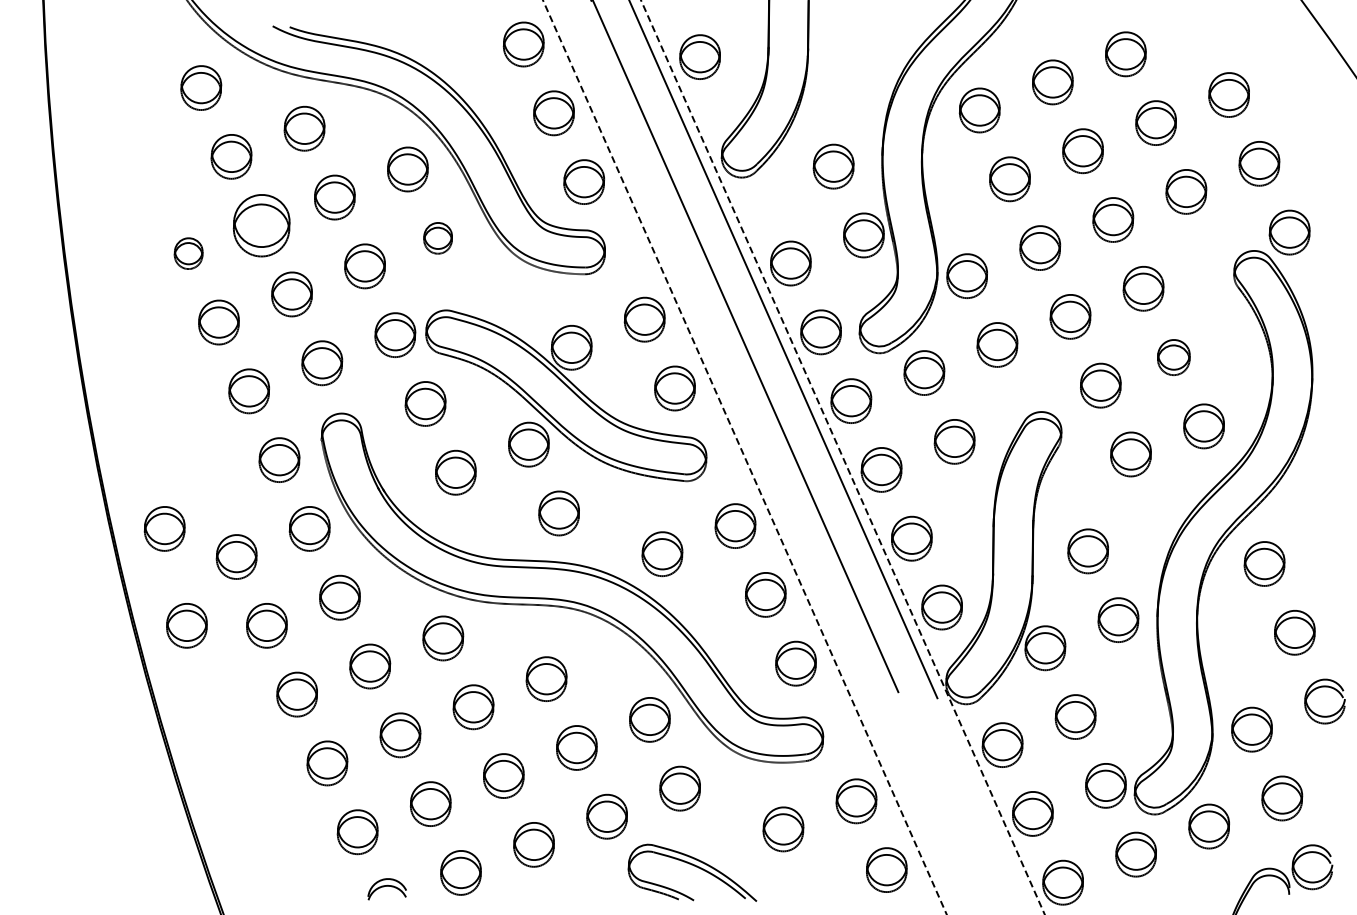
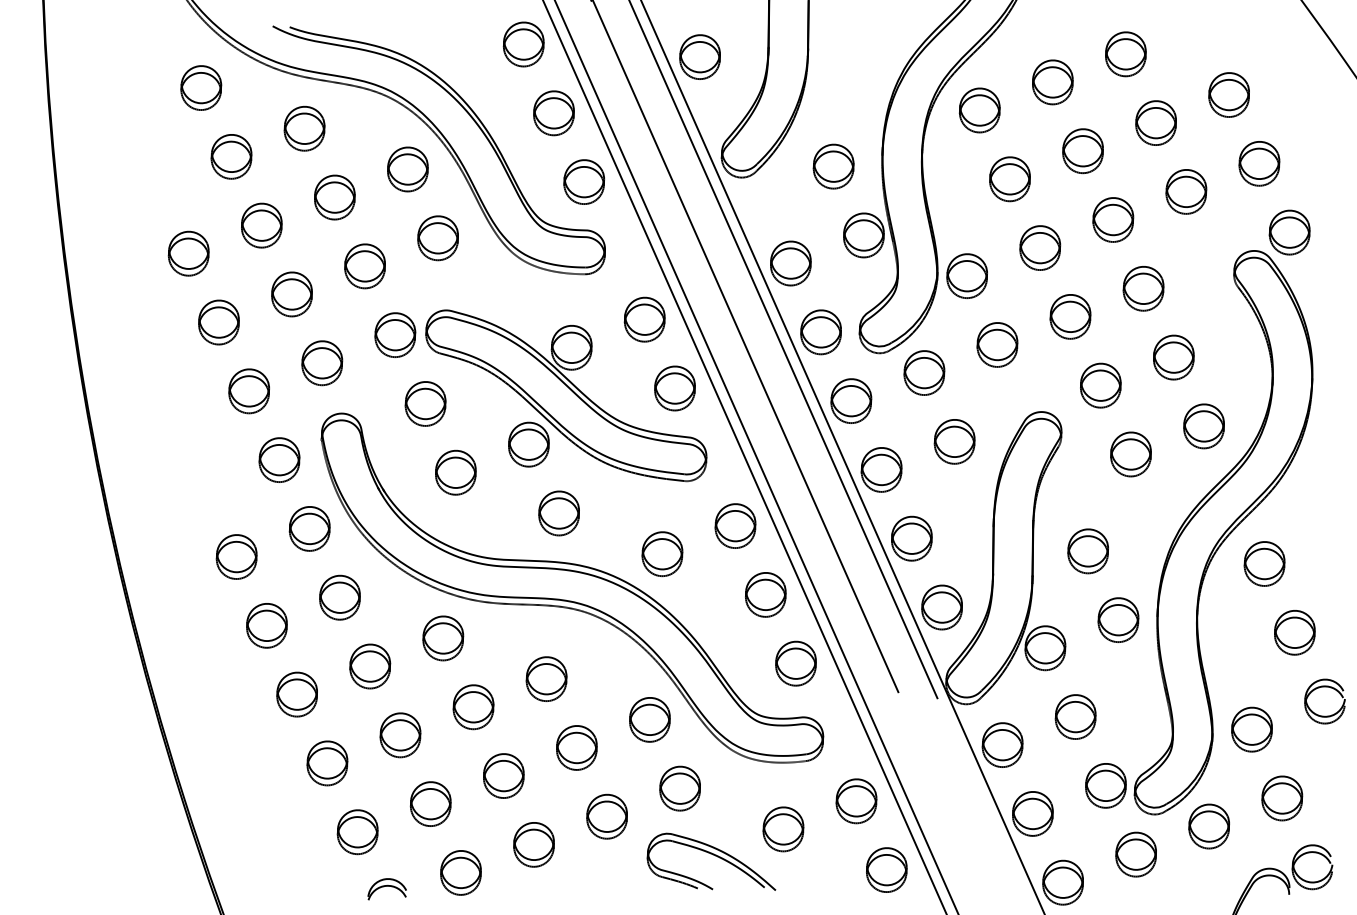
part at (261, 225) size: 59x64 px -> 42x47 px
part at (437, 238) size: 30x33 px -> 42x47 px
part at (188, 253) size: 31x33 px -> 43x47 px
part at (1173, 357) size: 34x37 px -> 42x47 px
line at (756, 456): none -> present
line at (744, 457): dashed -> solid
line at (843, 458): dashed -> solid
part at (164, 528): present -> none
part at (186, 625): present -> none
part at (694, 866) position: (694, 866) -> (713, 855)
